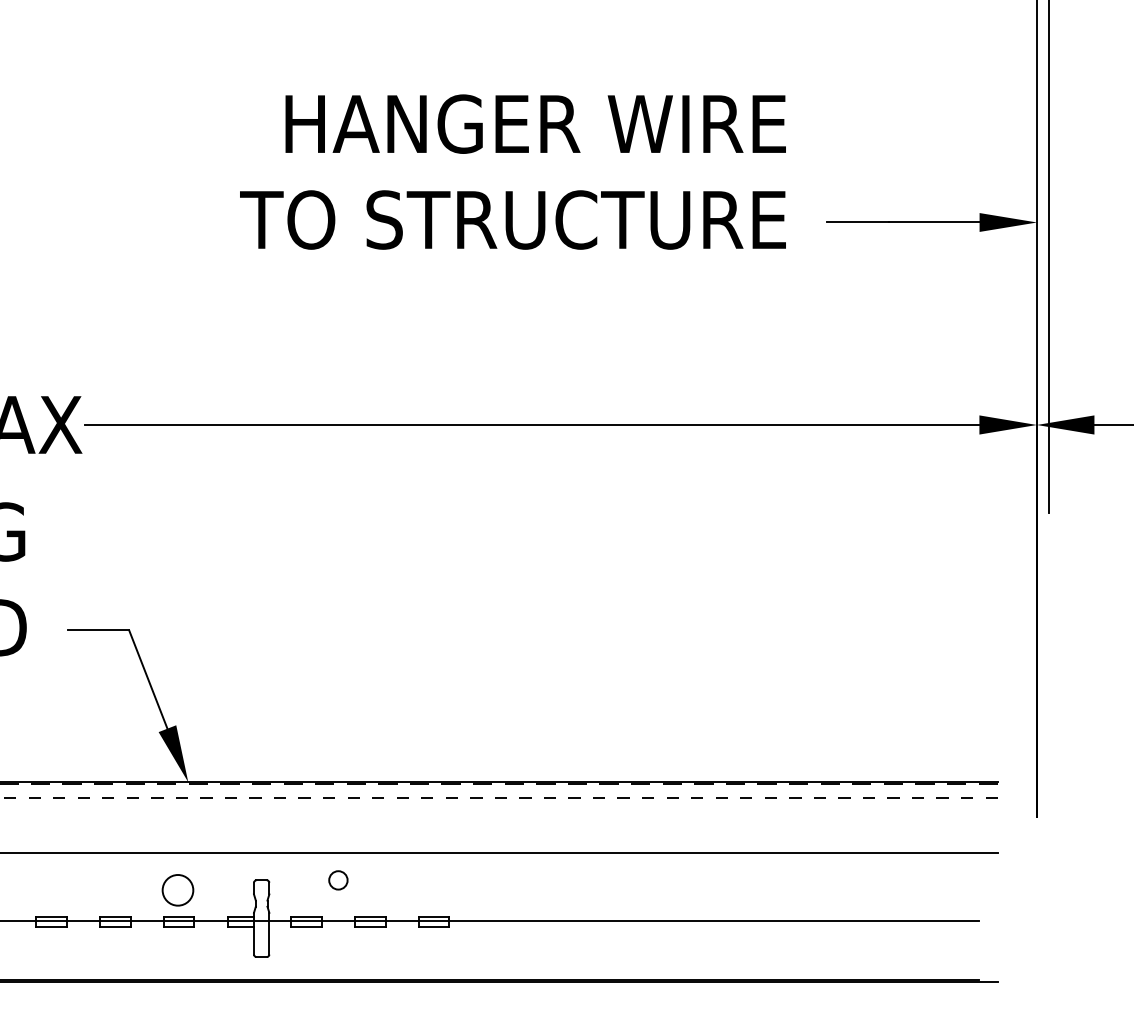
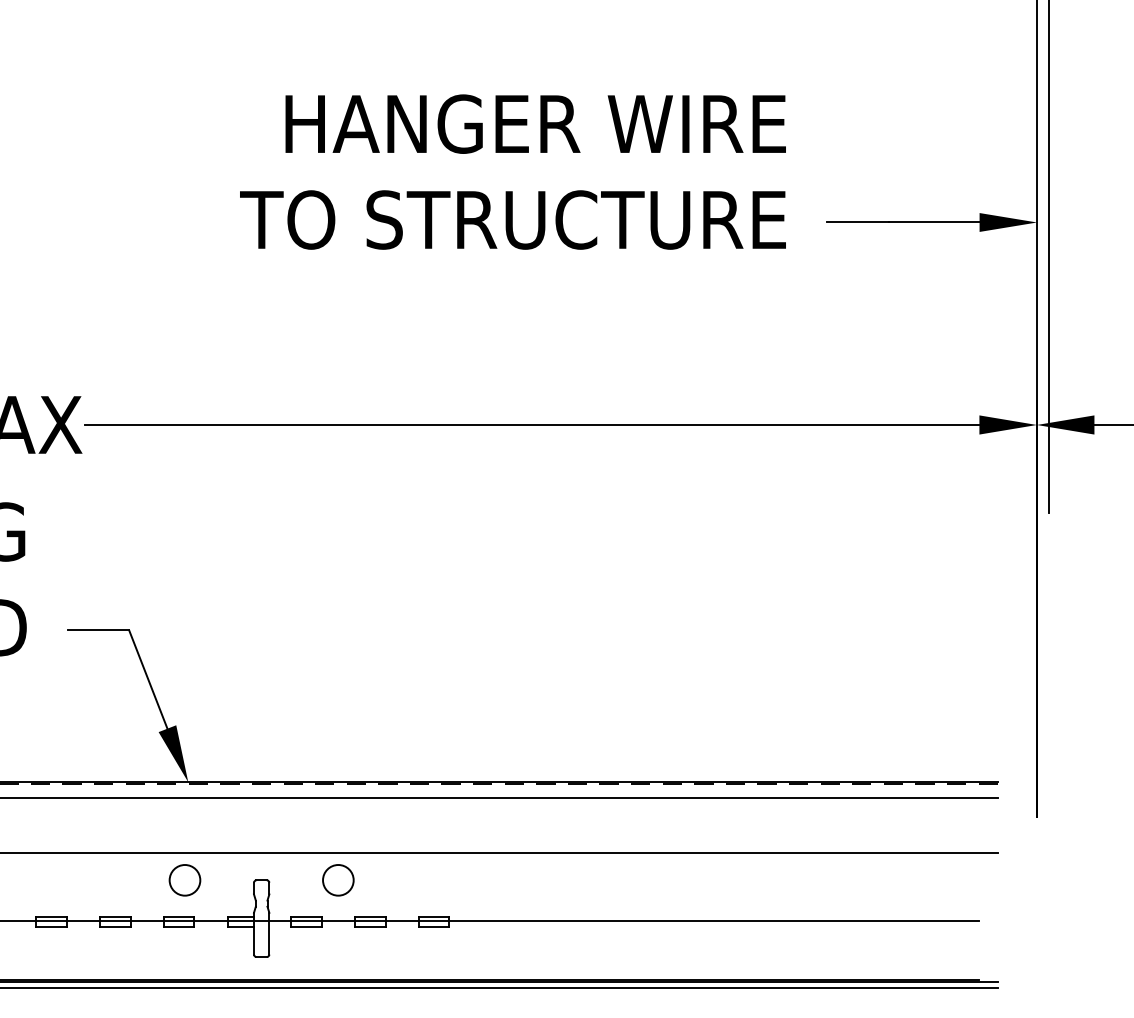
line at (498, 797): dashed -> solid
circle at (338, 880) size: 21x21 px -> 33x33 px
circle at (177, 890) position: (177, 890) -> (184, 880)
line at (499, 987): none -> present
